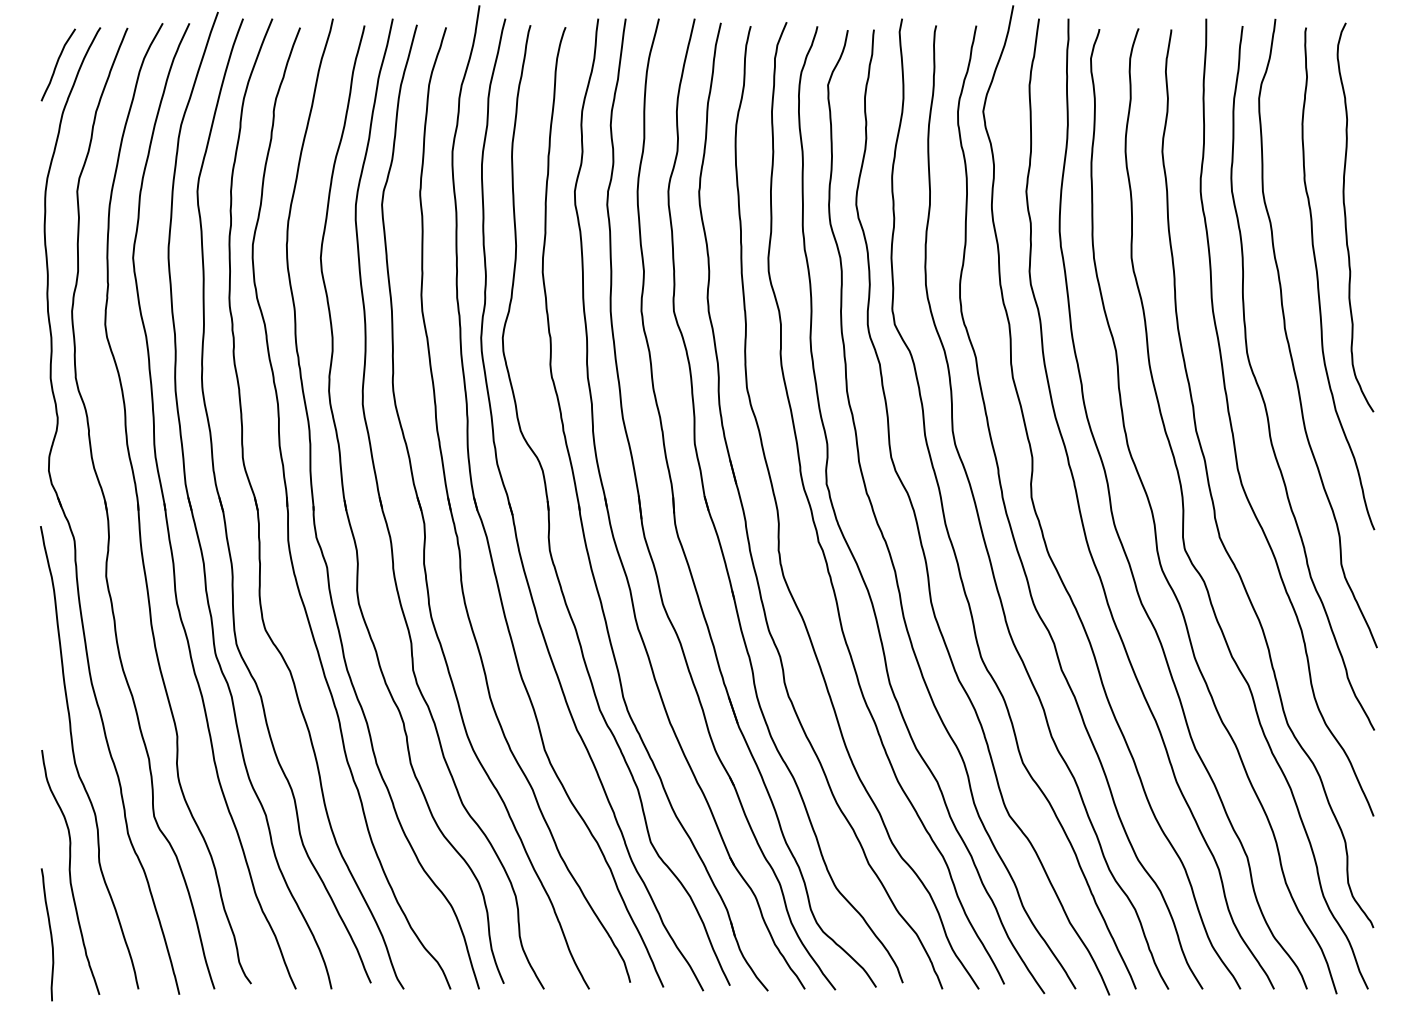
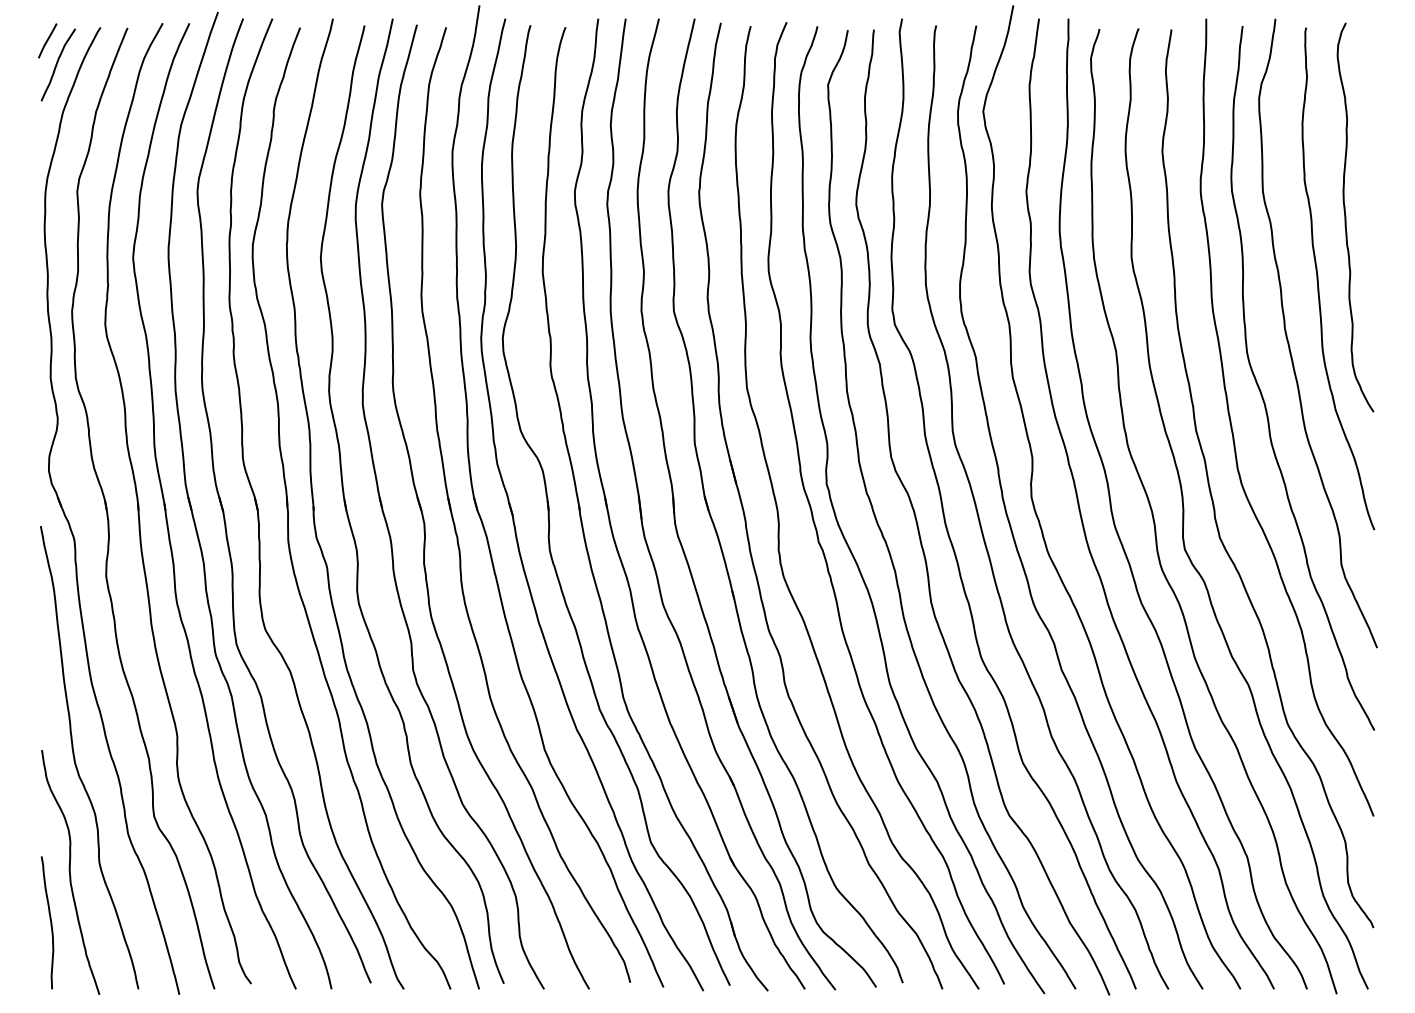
line at (47, 40): none -> present
curve at (50, 934) position: (50, 934) -> (50, 922)
